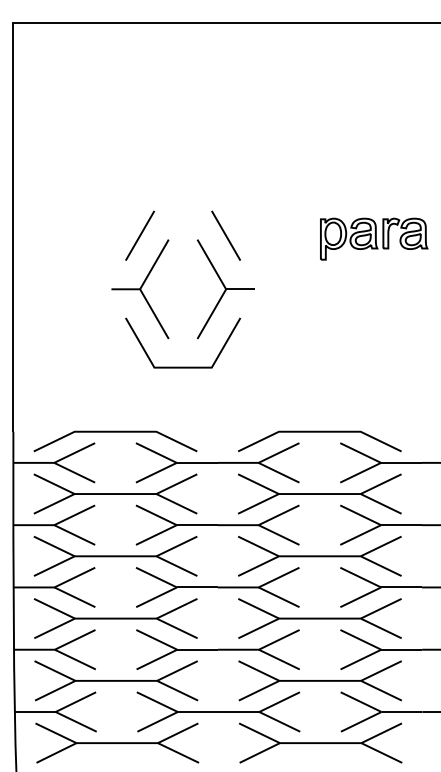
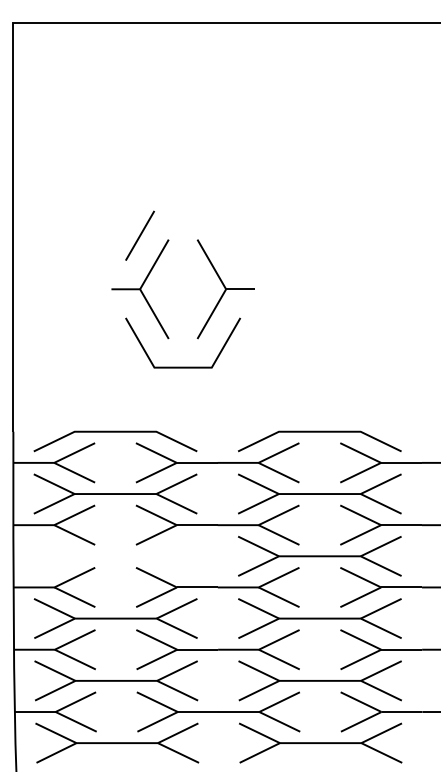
line at (225, 235): present -> none
part at (374, 238): present -> none
part at (115, 556): present -> none
